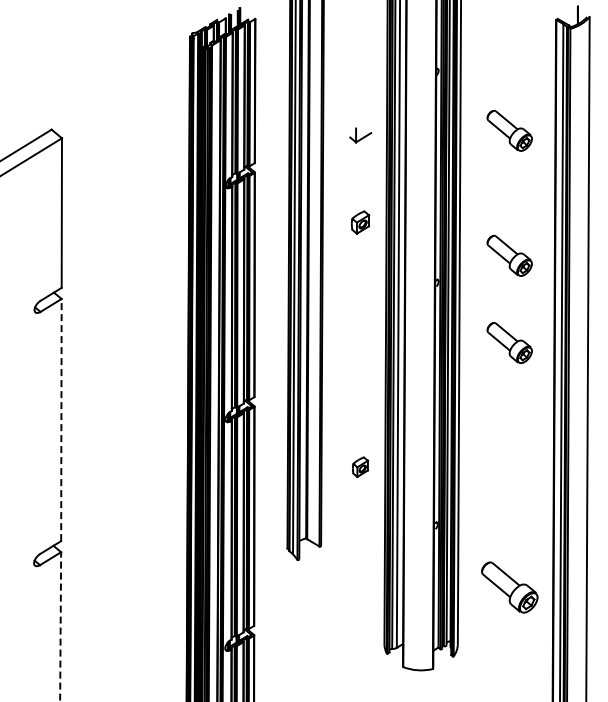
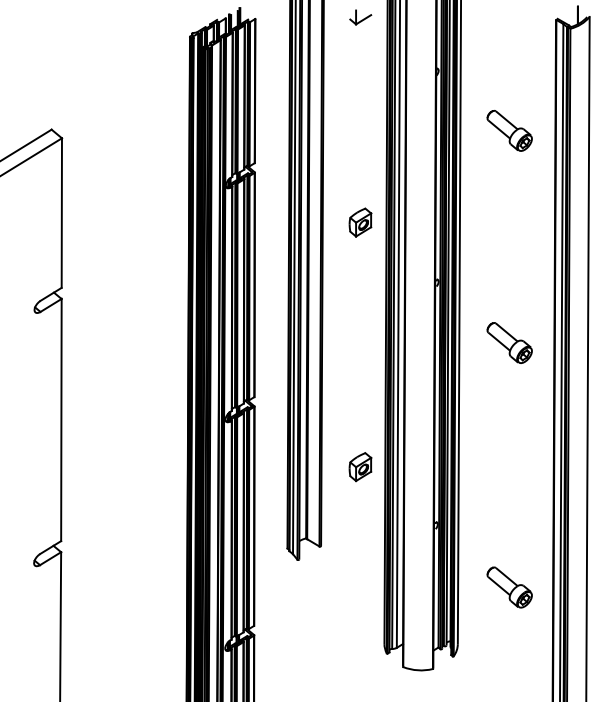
part at (360, 135) position: (360, 135) -> (360, 17)
part at (360, 222) size: 21x25 px -> 25x31 px
part at (509, 255): present -> none
line at (61, 419): dashed -> solid
part at (360, 467) size: 18x23 px -> 25x31 px
part at (509, 587) size: 58x53 px -> 47x43 px
line at (60, 626): dashed -> solid
